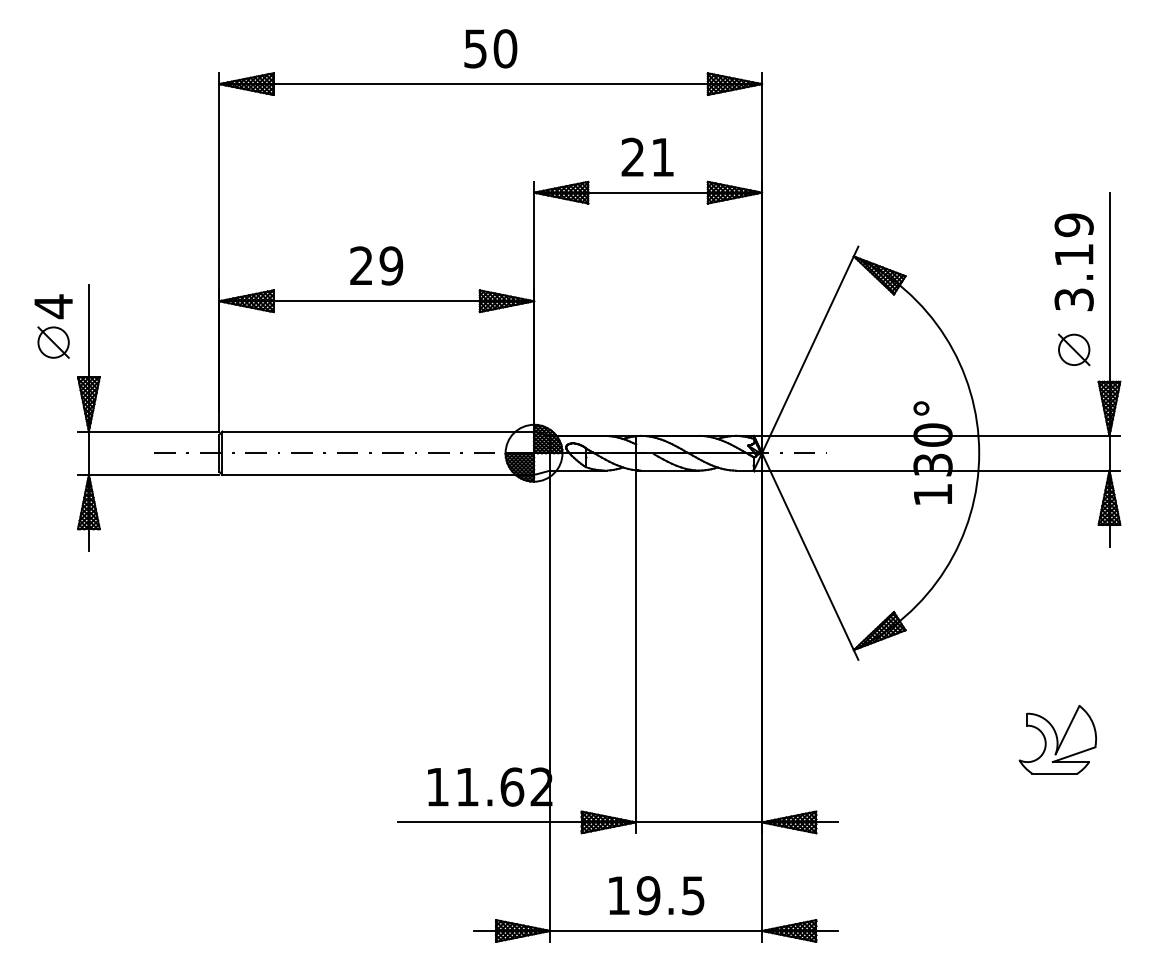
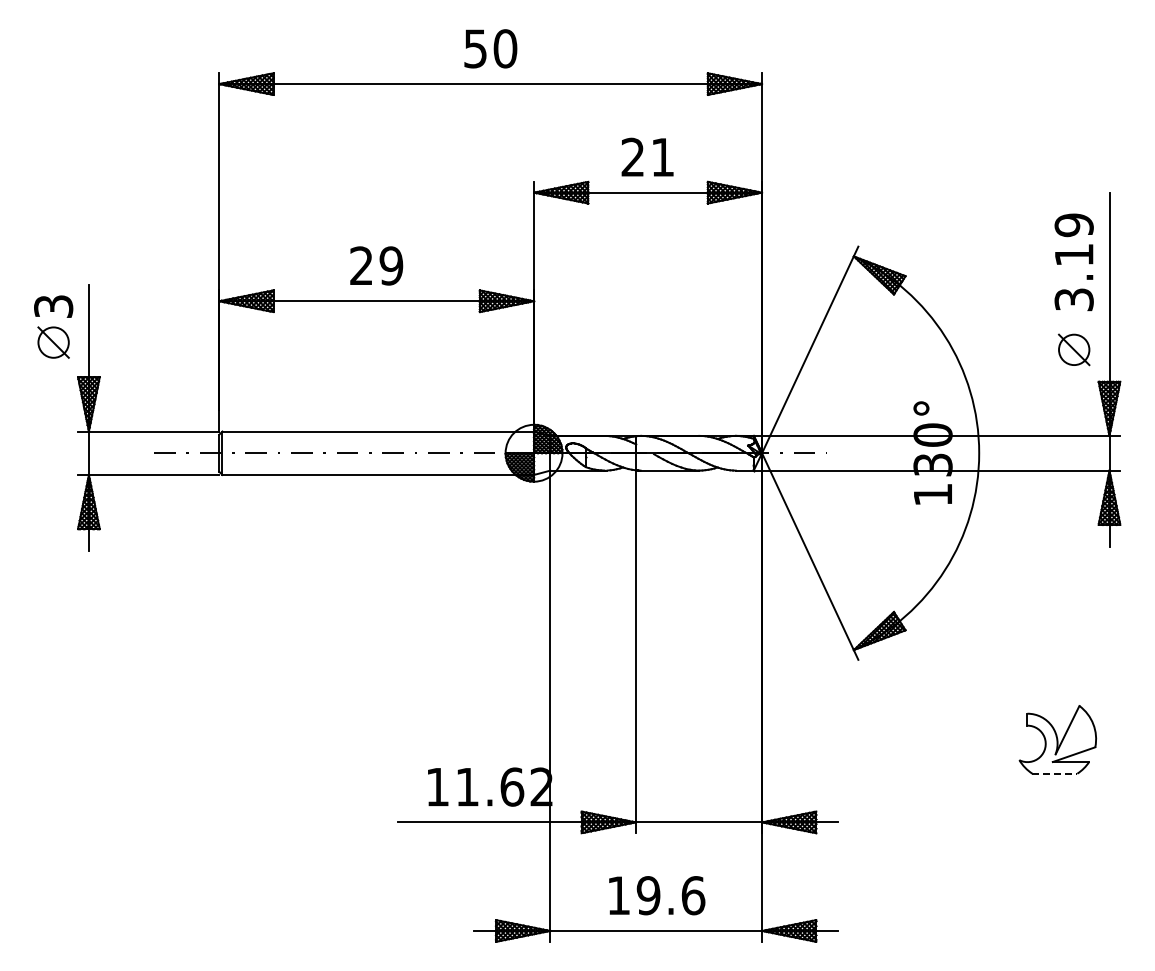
text at (53, 306): 4 -> 3
line at (1055, 773): solid -> dashed
text at (693, 895): 19.5 -> 19.6
